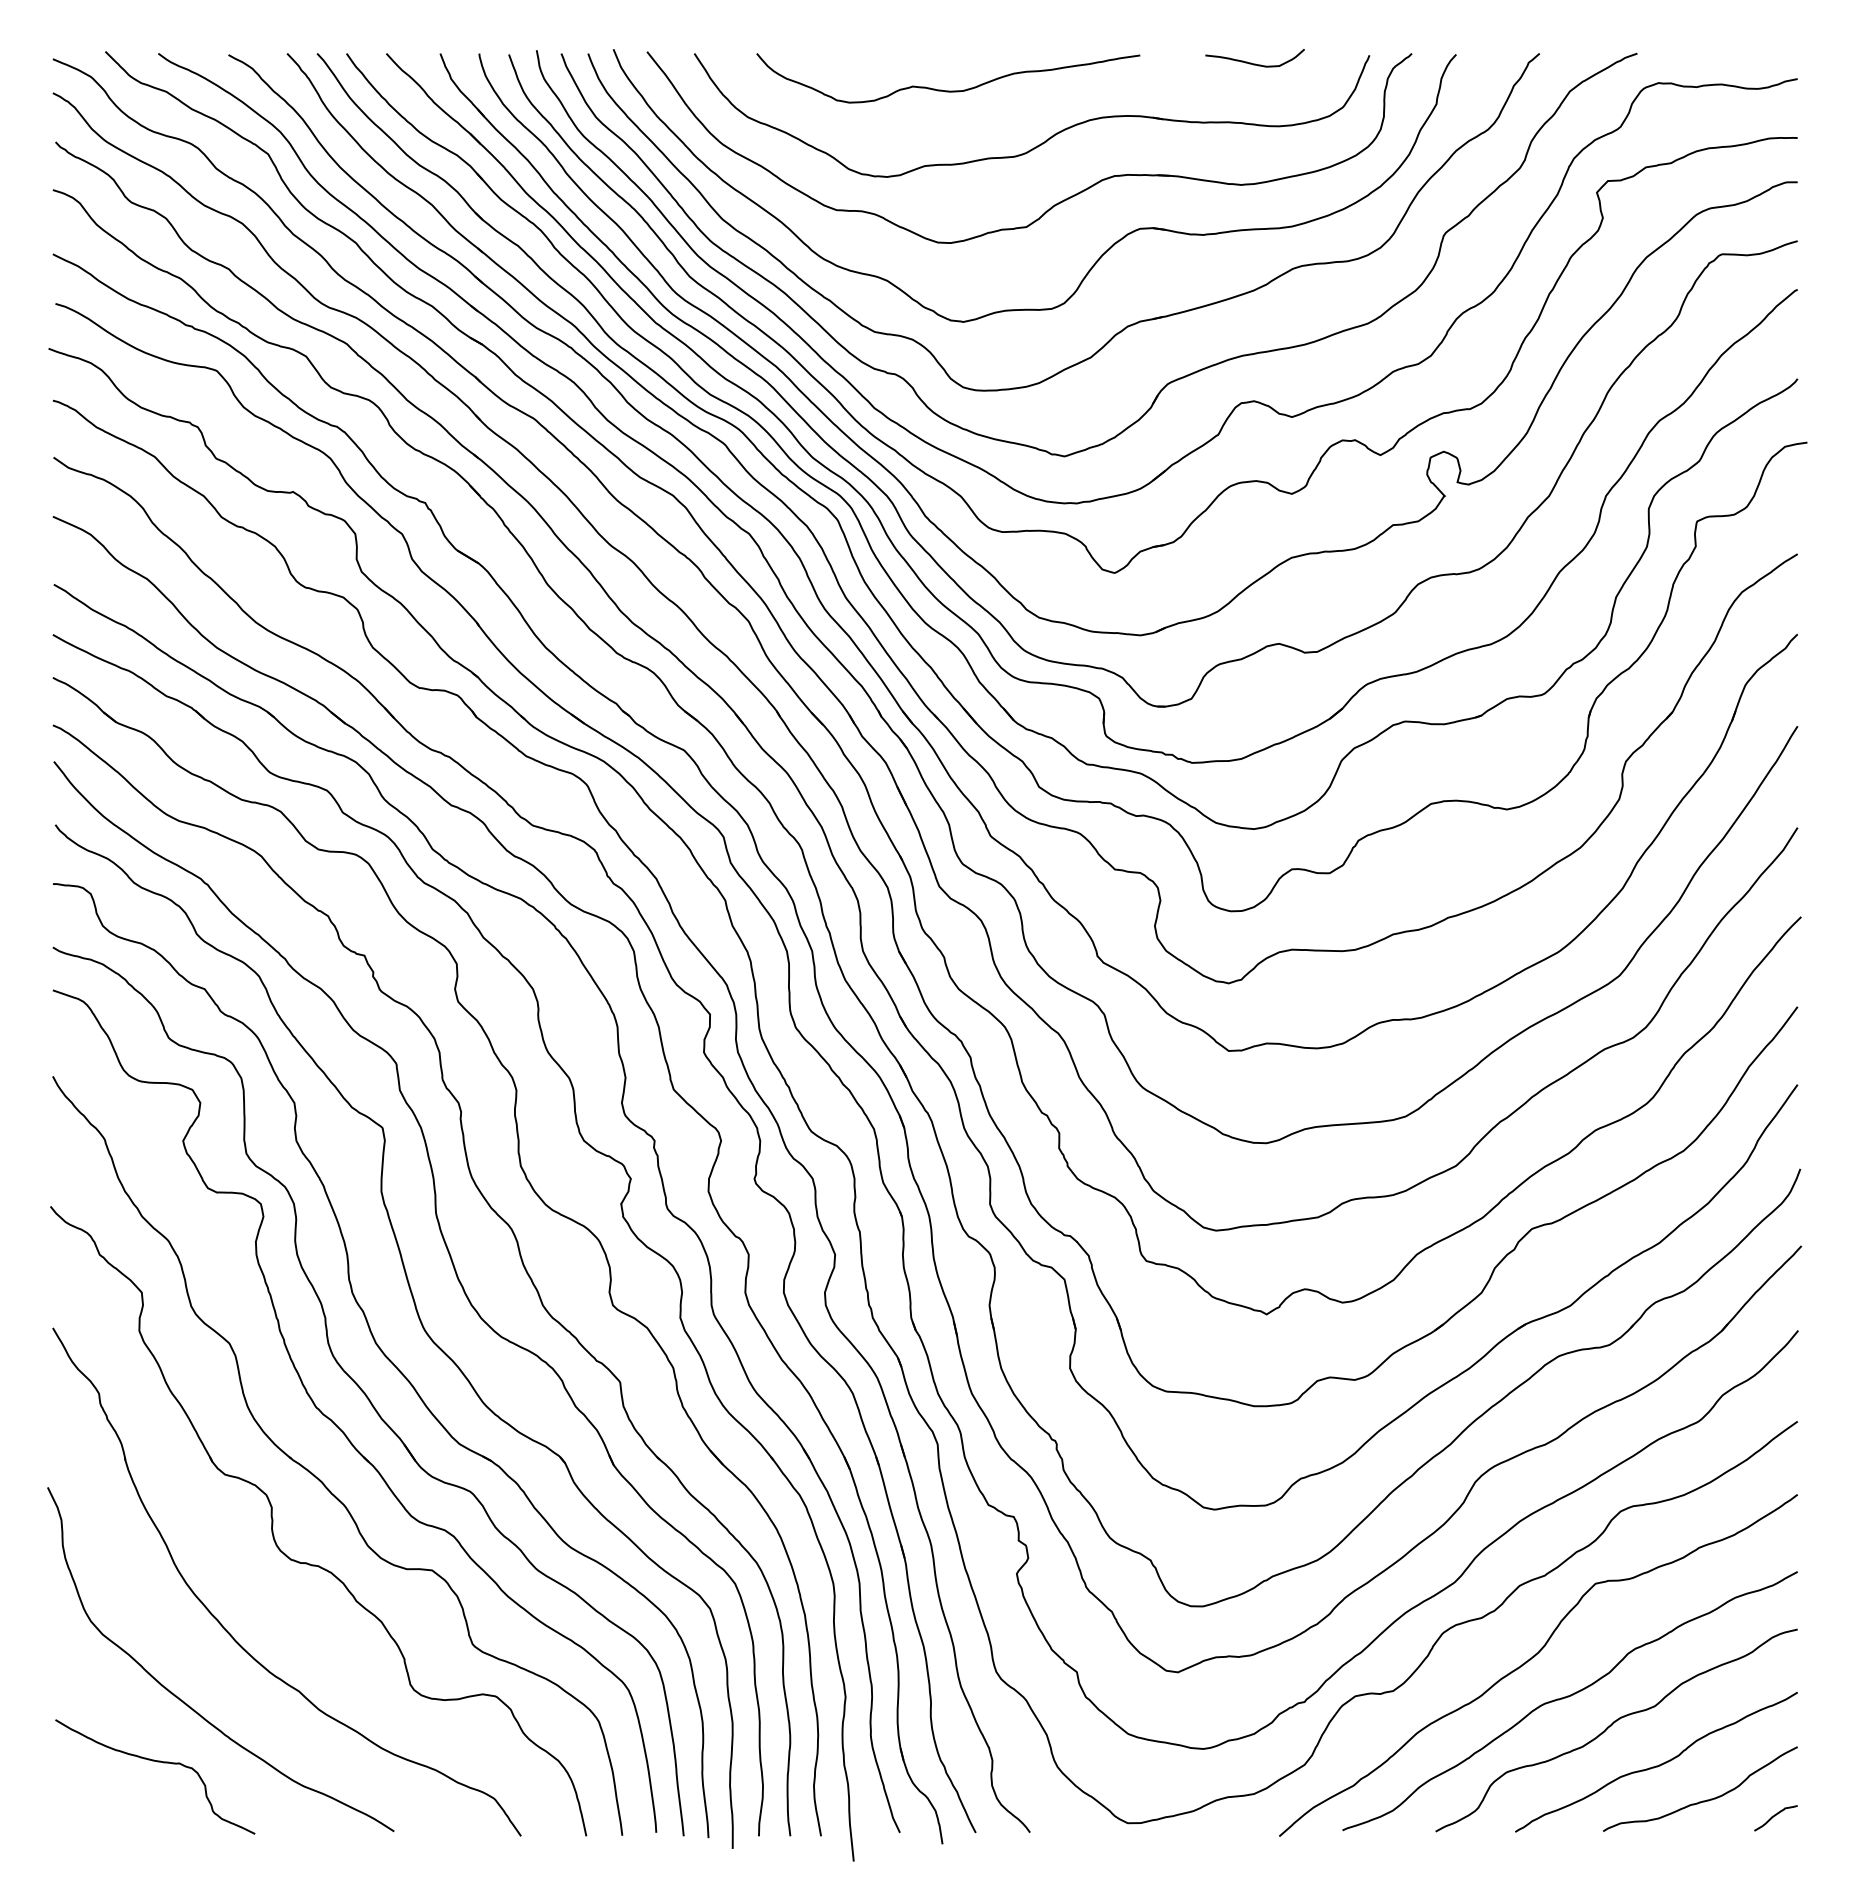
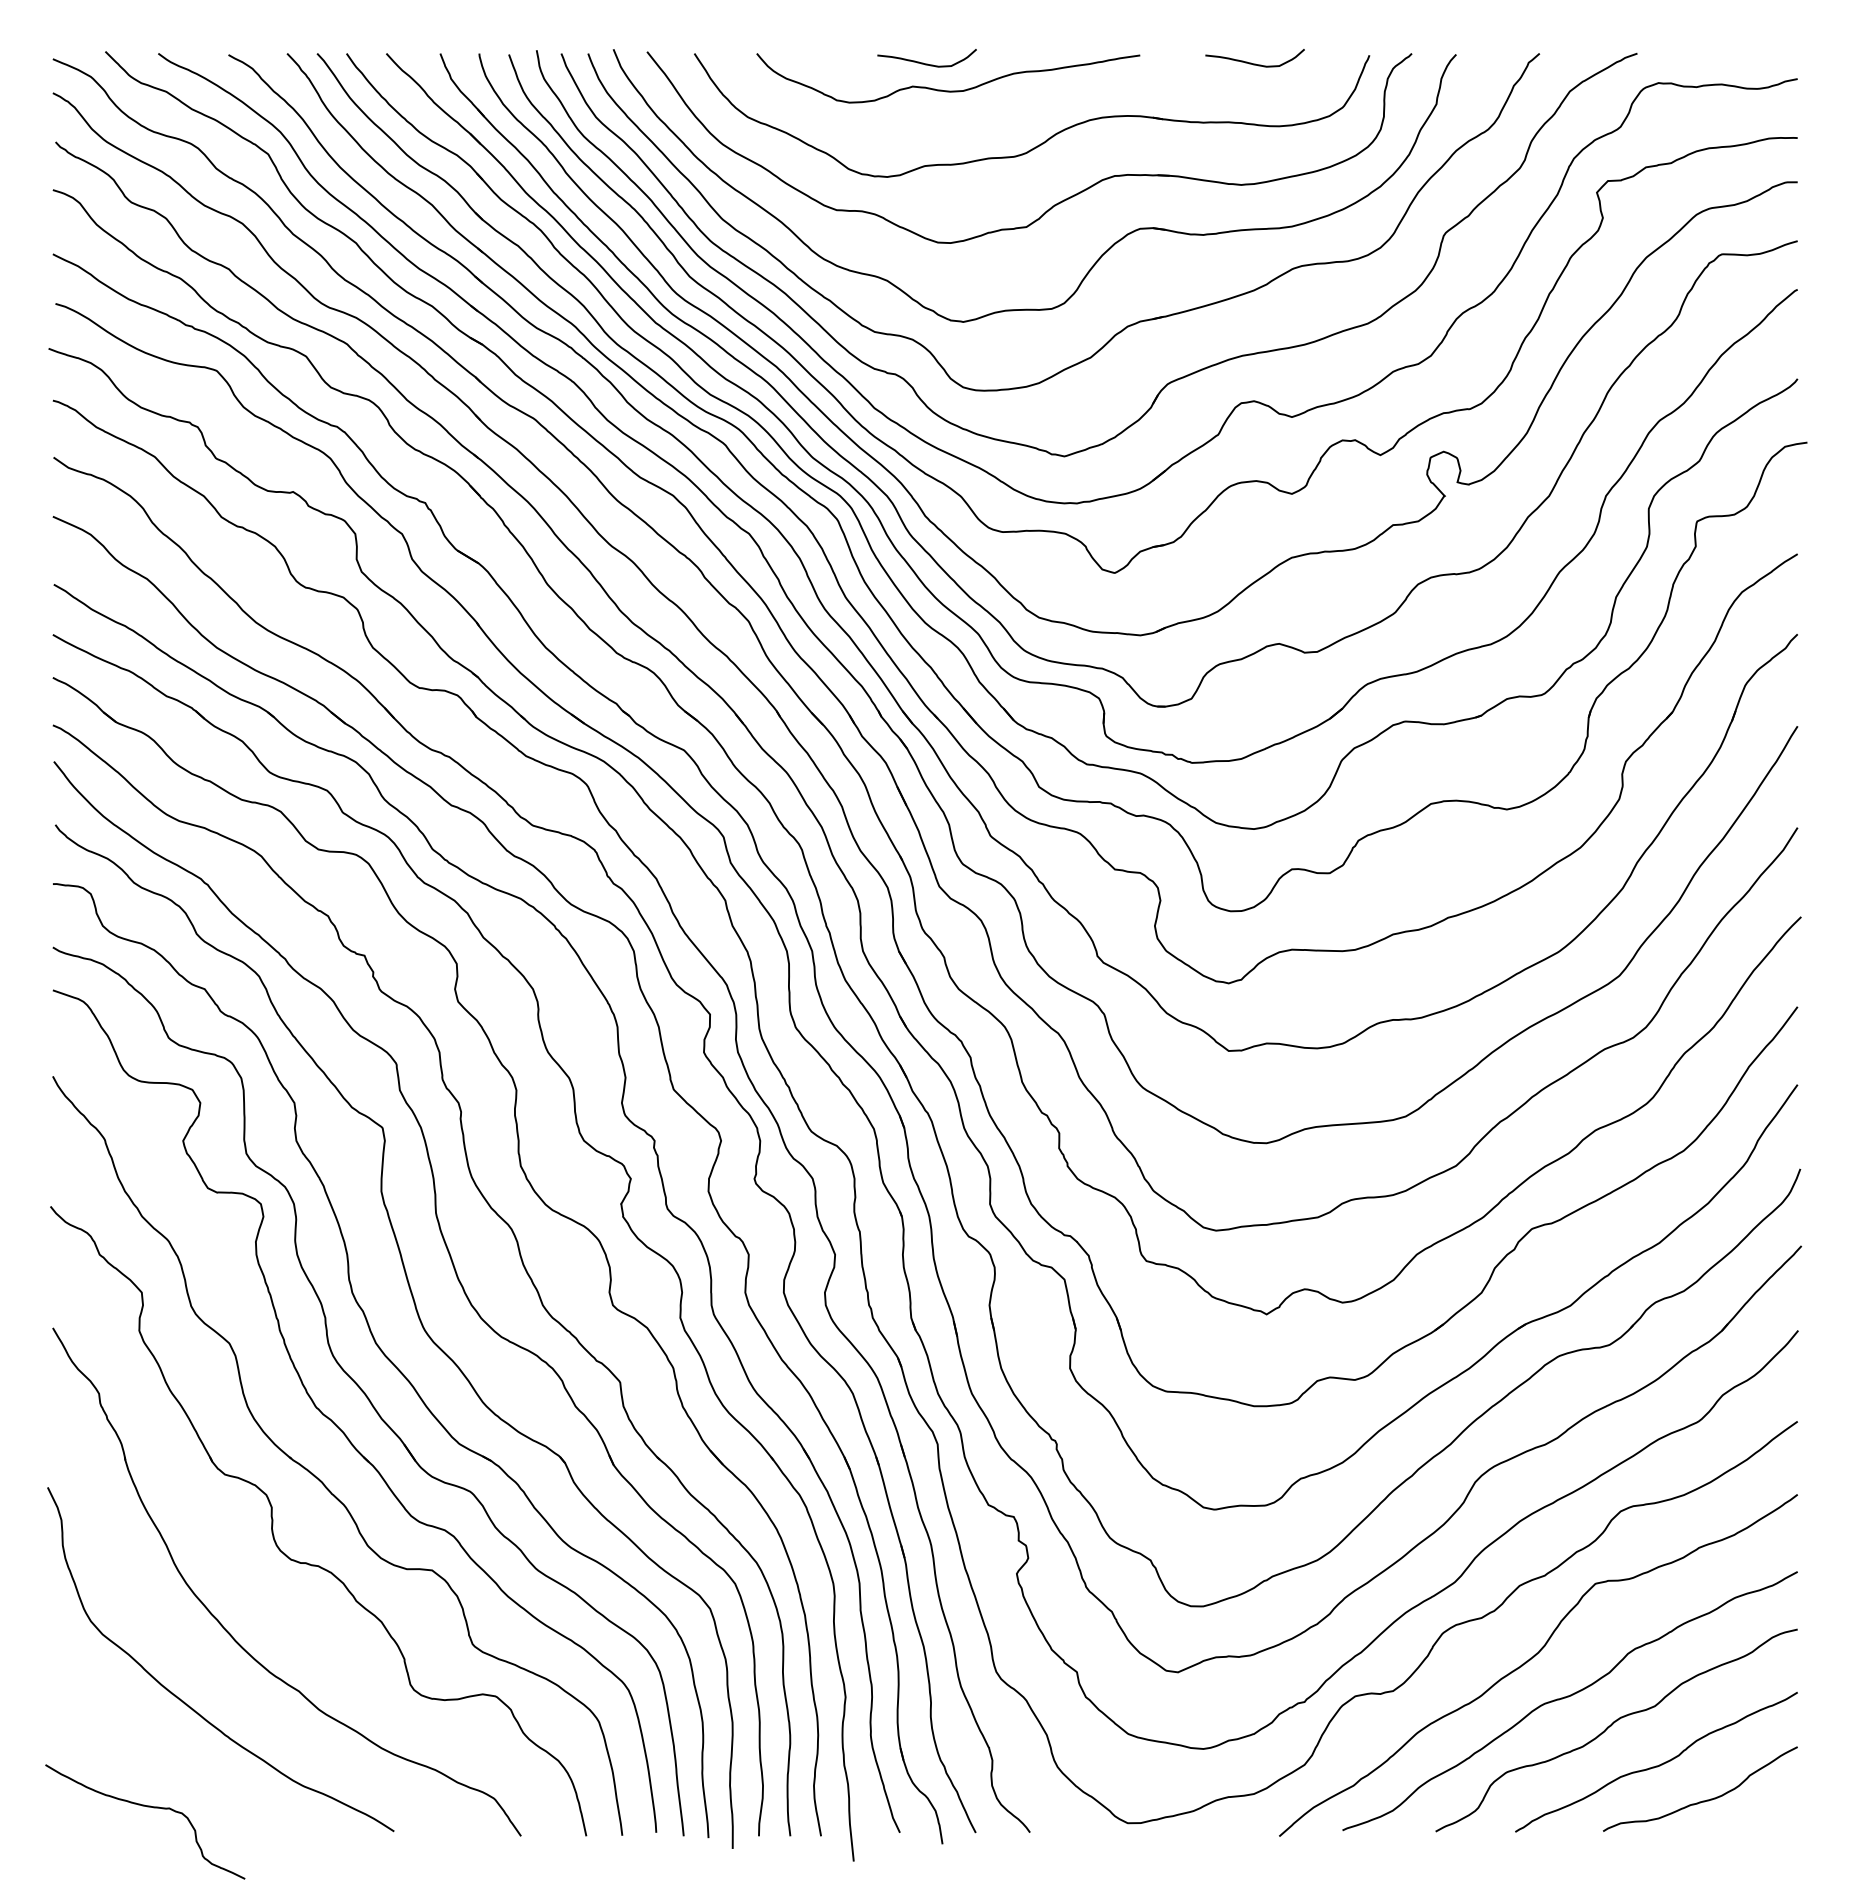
curve at (923, 62): none -> present
curve at (157, 1762) position: (157, 1762) -> (147, 1807)
curve at (1775, 1816): present -> none
